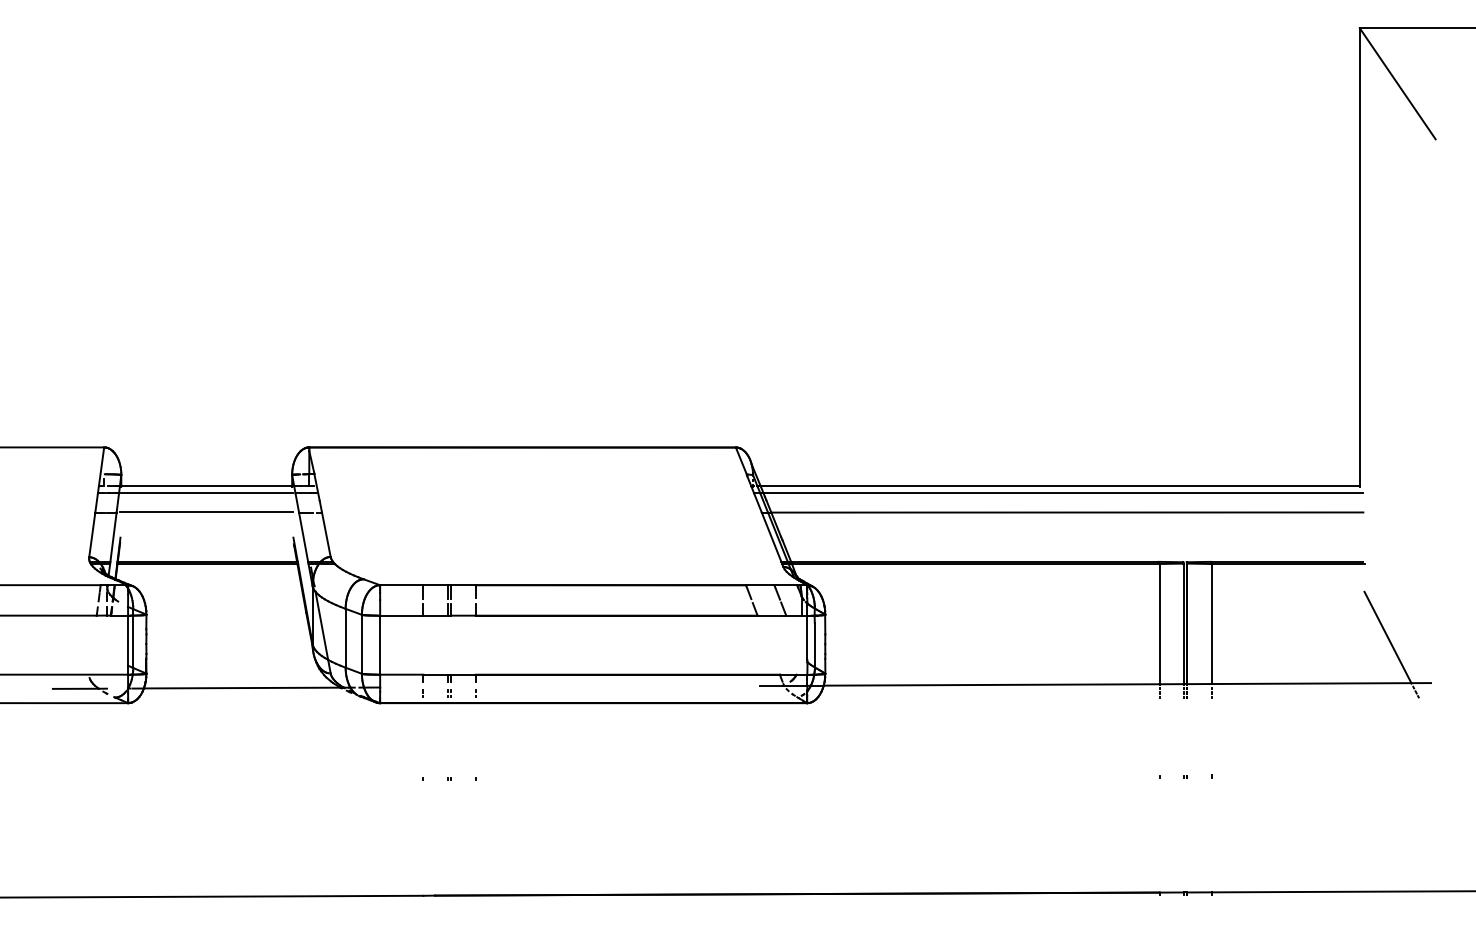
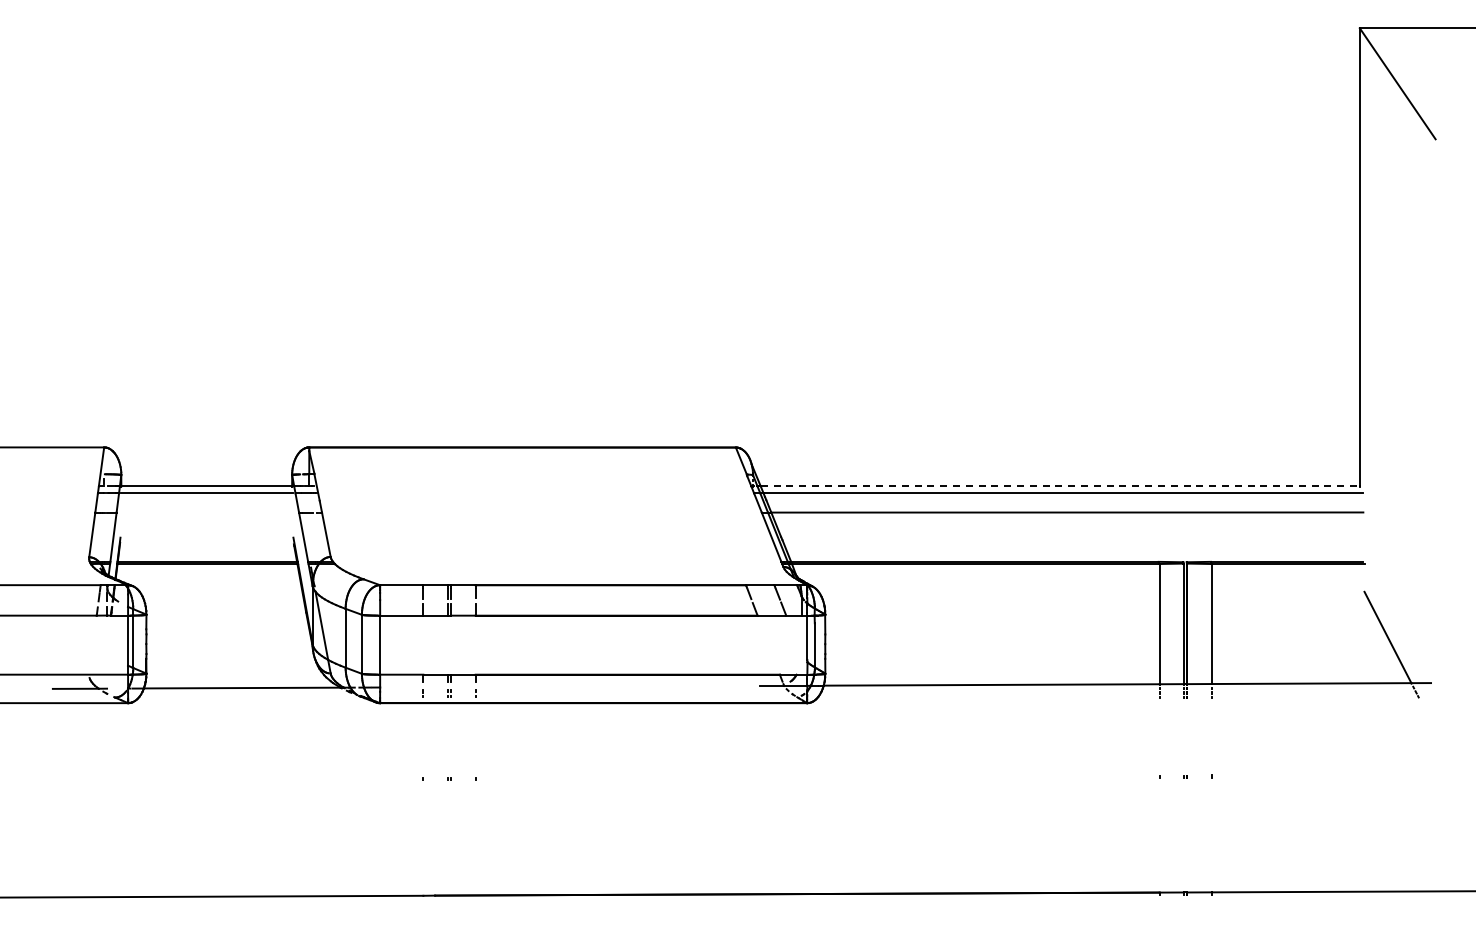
line at (1060, 486): solid -> dashed
line at (206, 512): present -> none
